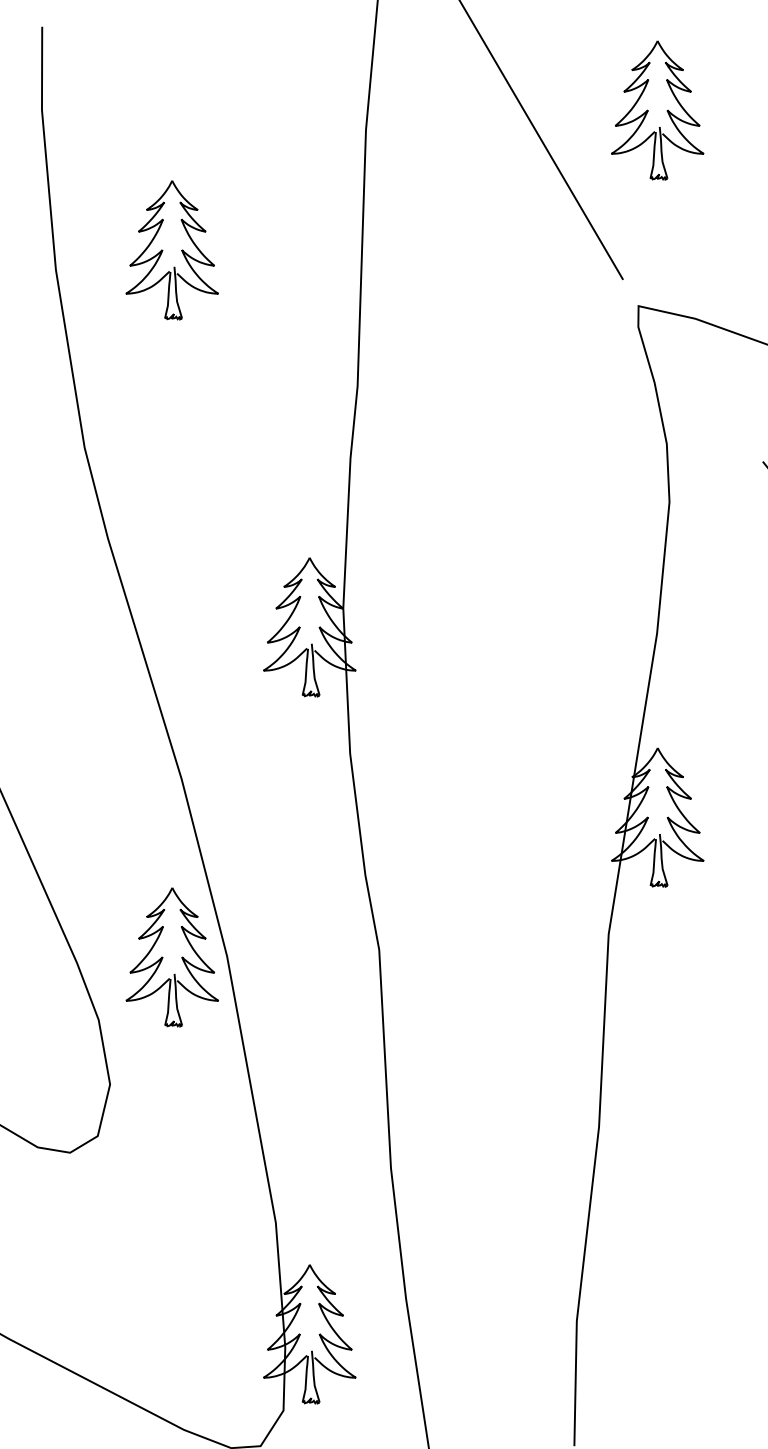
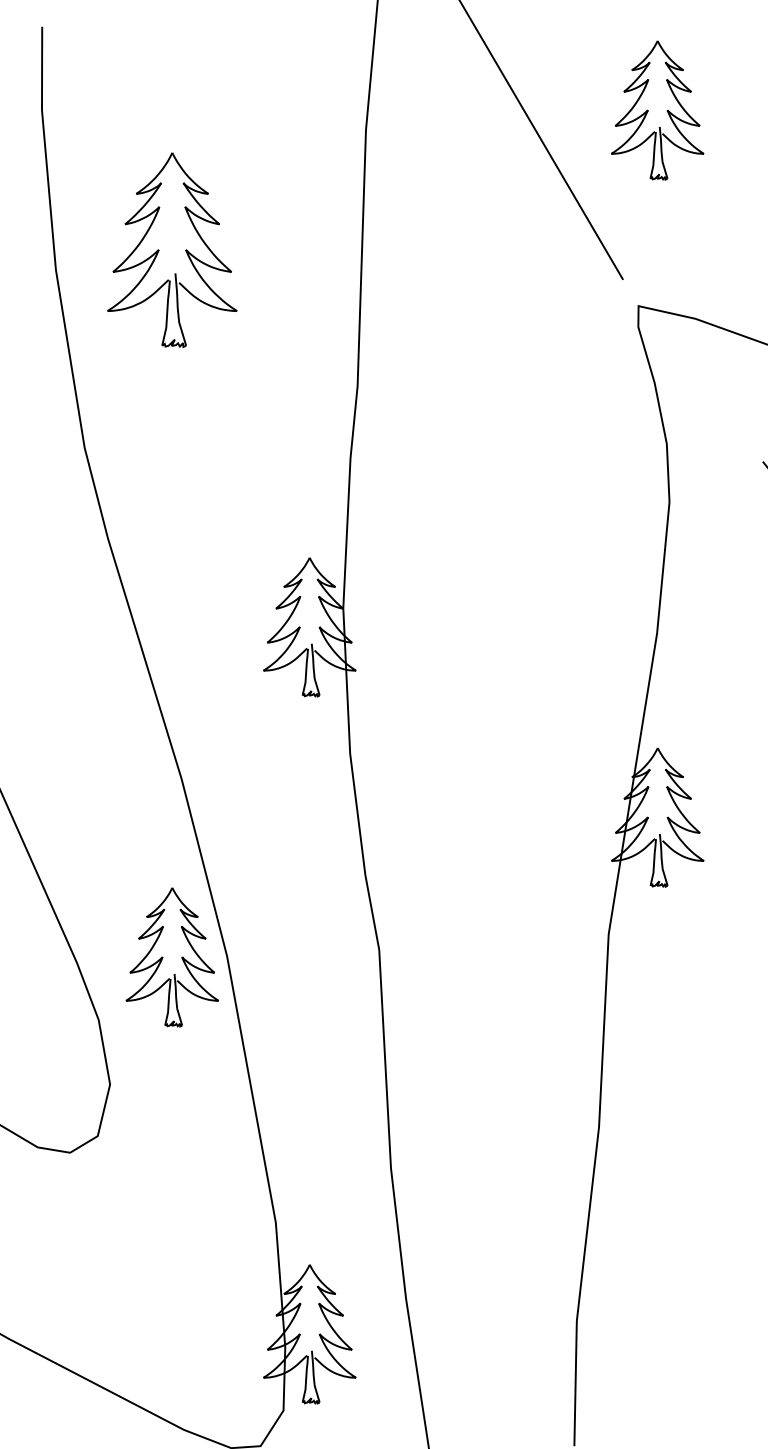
part at (171, 250) size: 94x141 px -> 131x196 px
